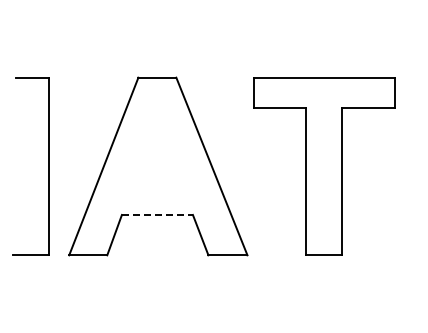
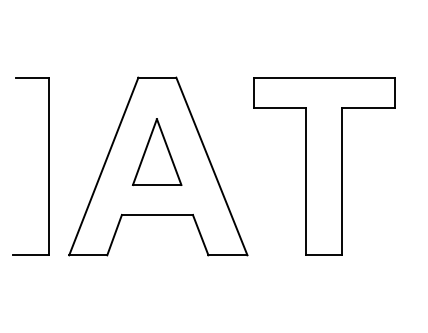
part at (157, 151): none -> present
line at (157, 214): dashed -> solid
